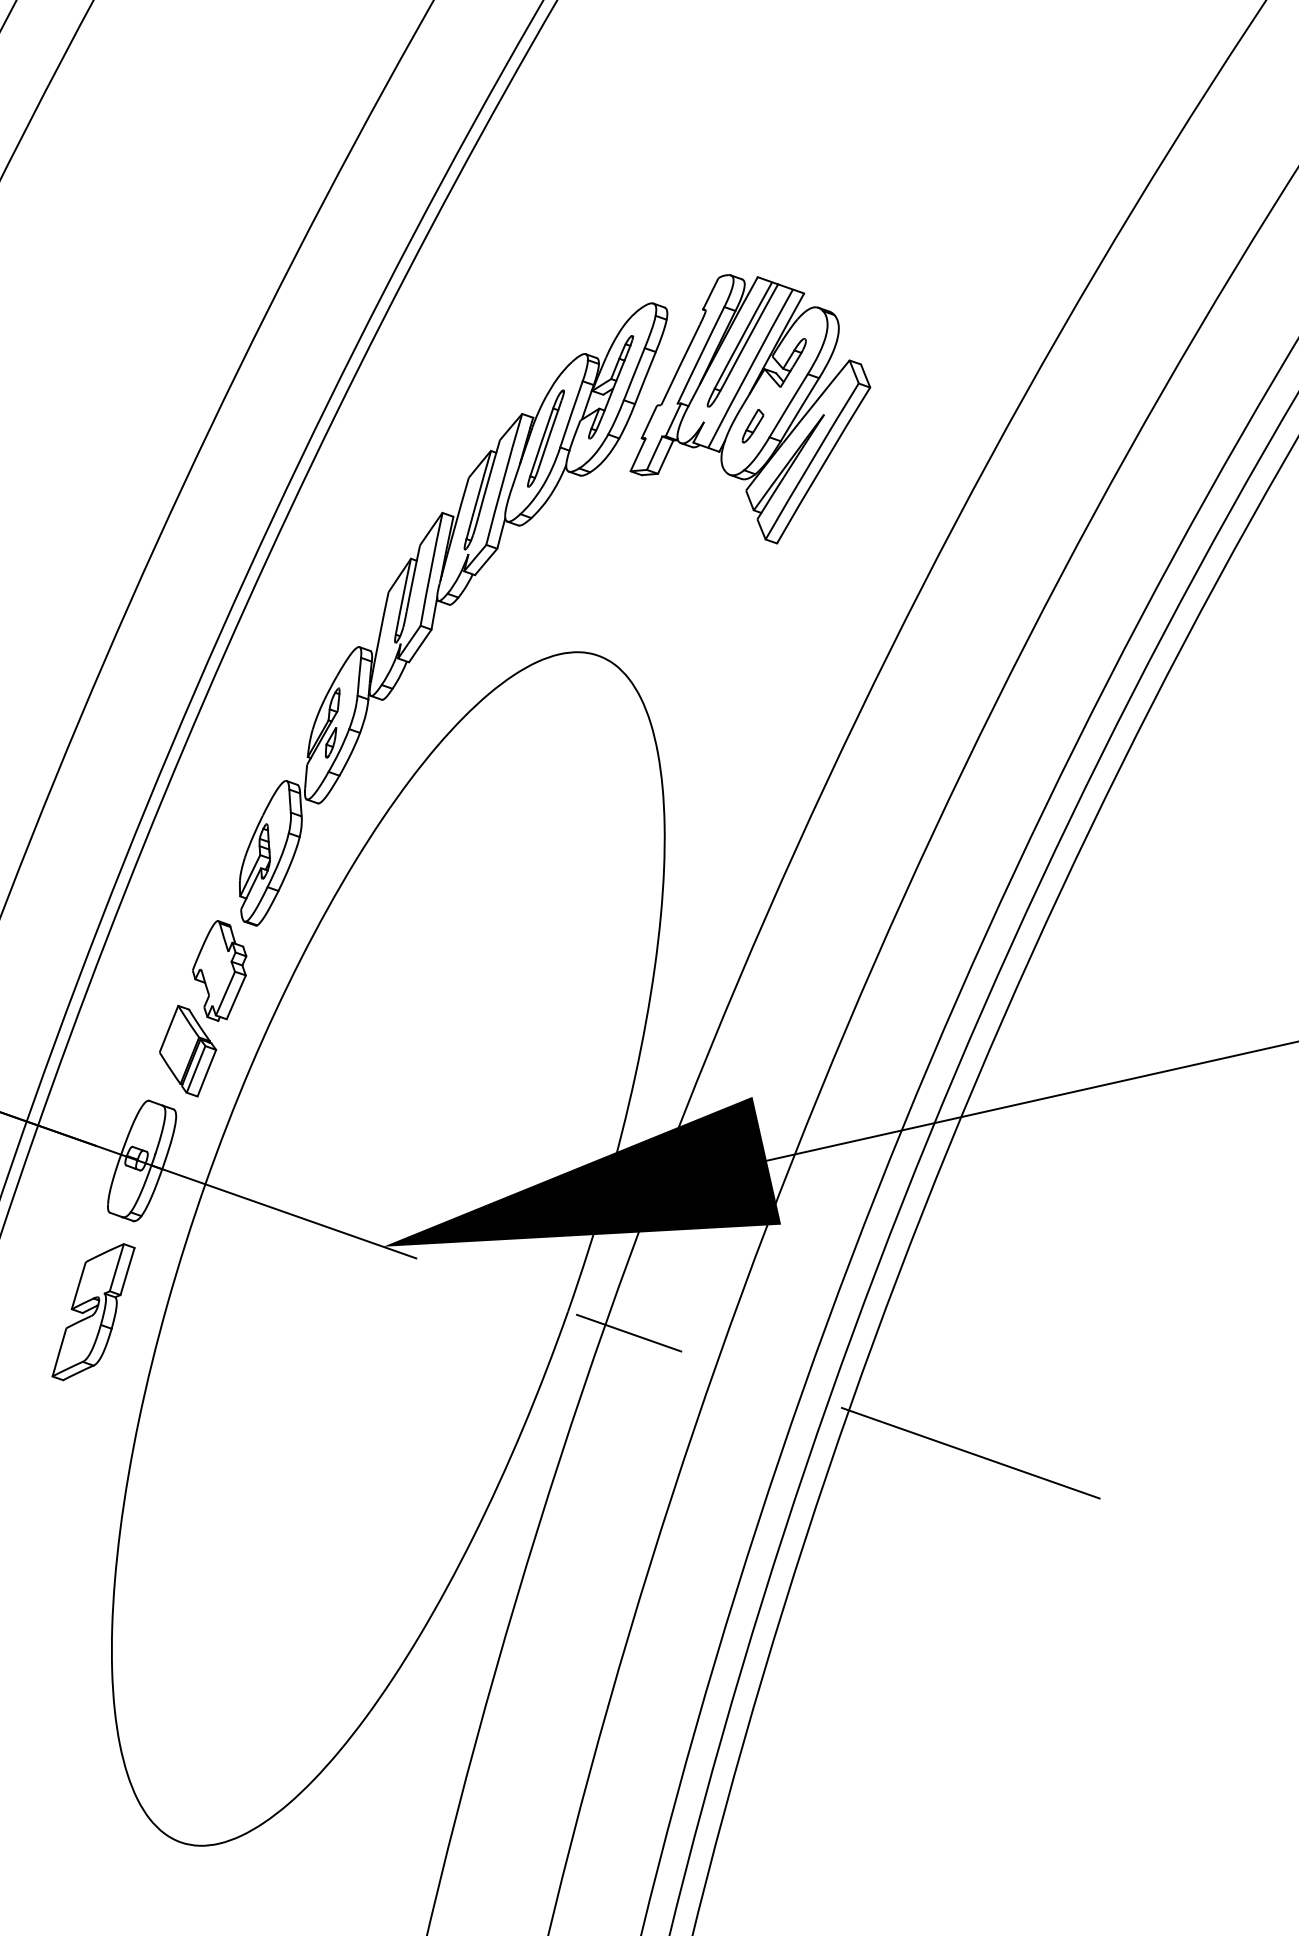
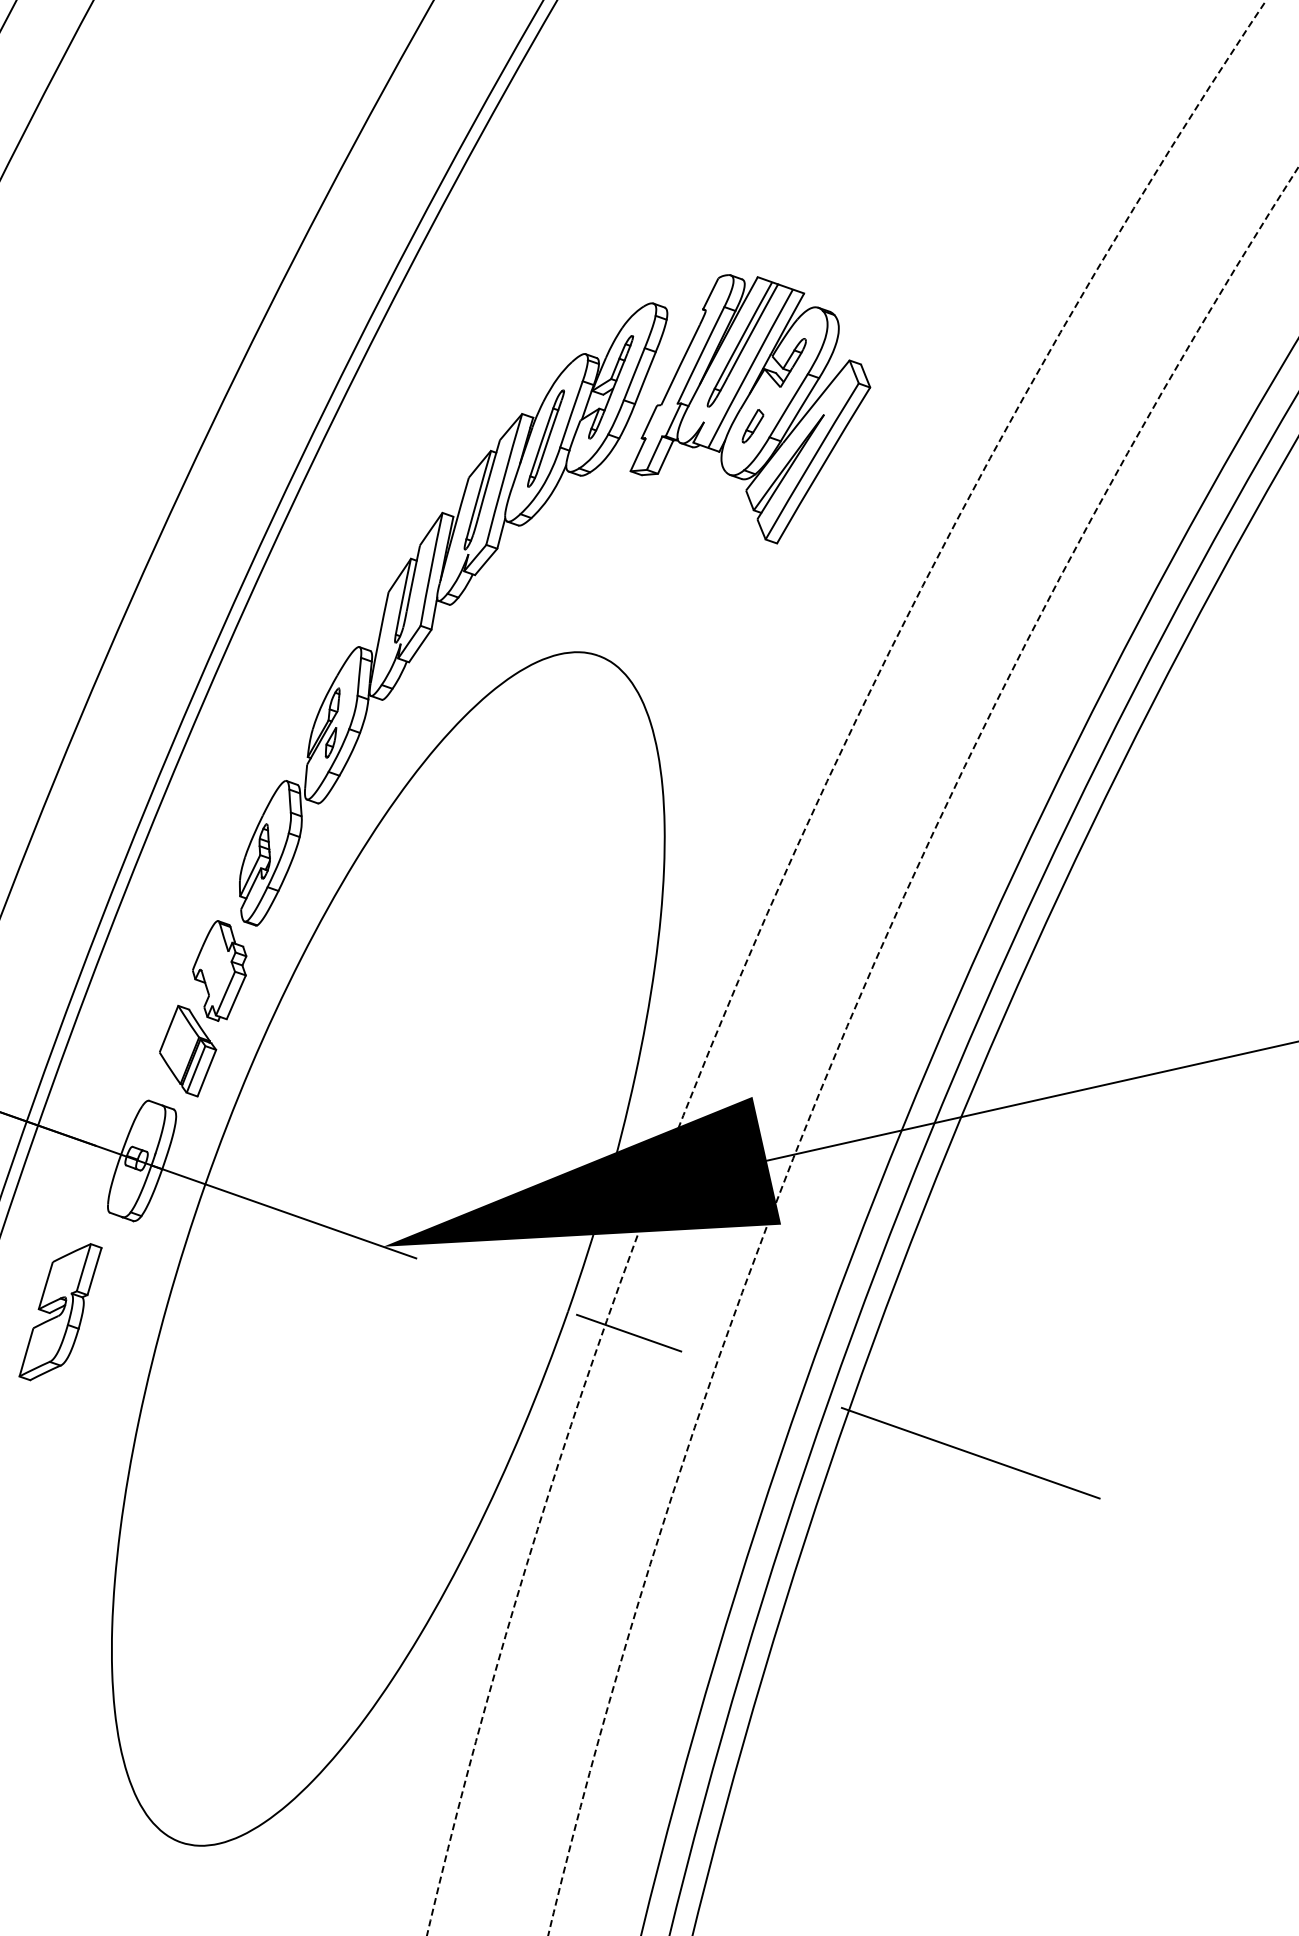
arc at (760, 929): solid -> dashed
circle at (923, 1050): solid -> dashed
part at (93, 1312) position: (93, 1312) -> (60, 1312)
